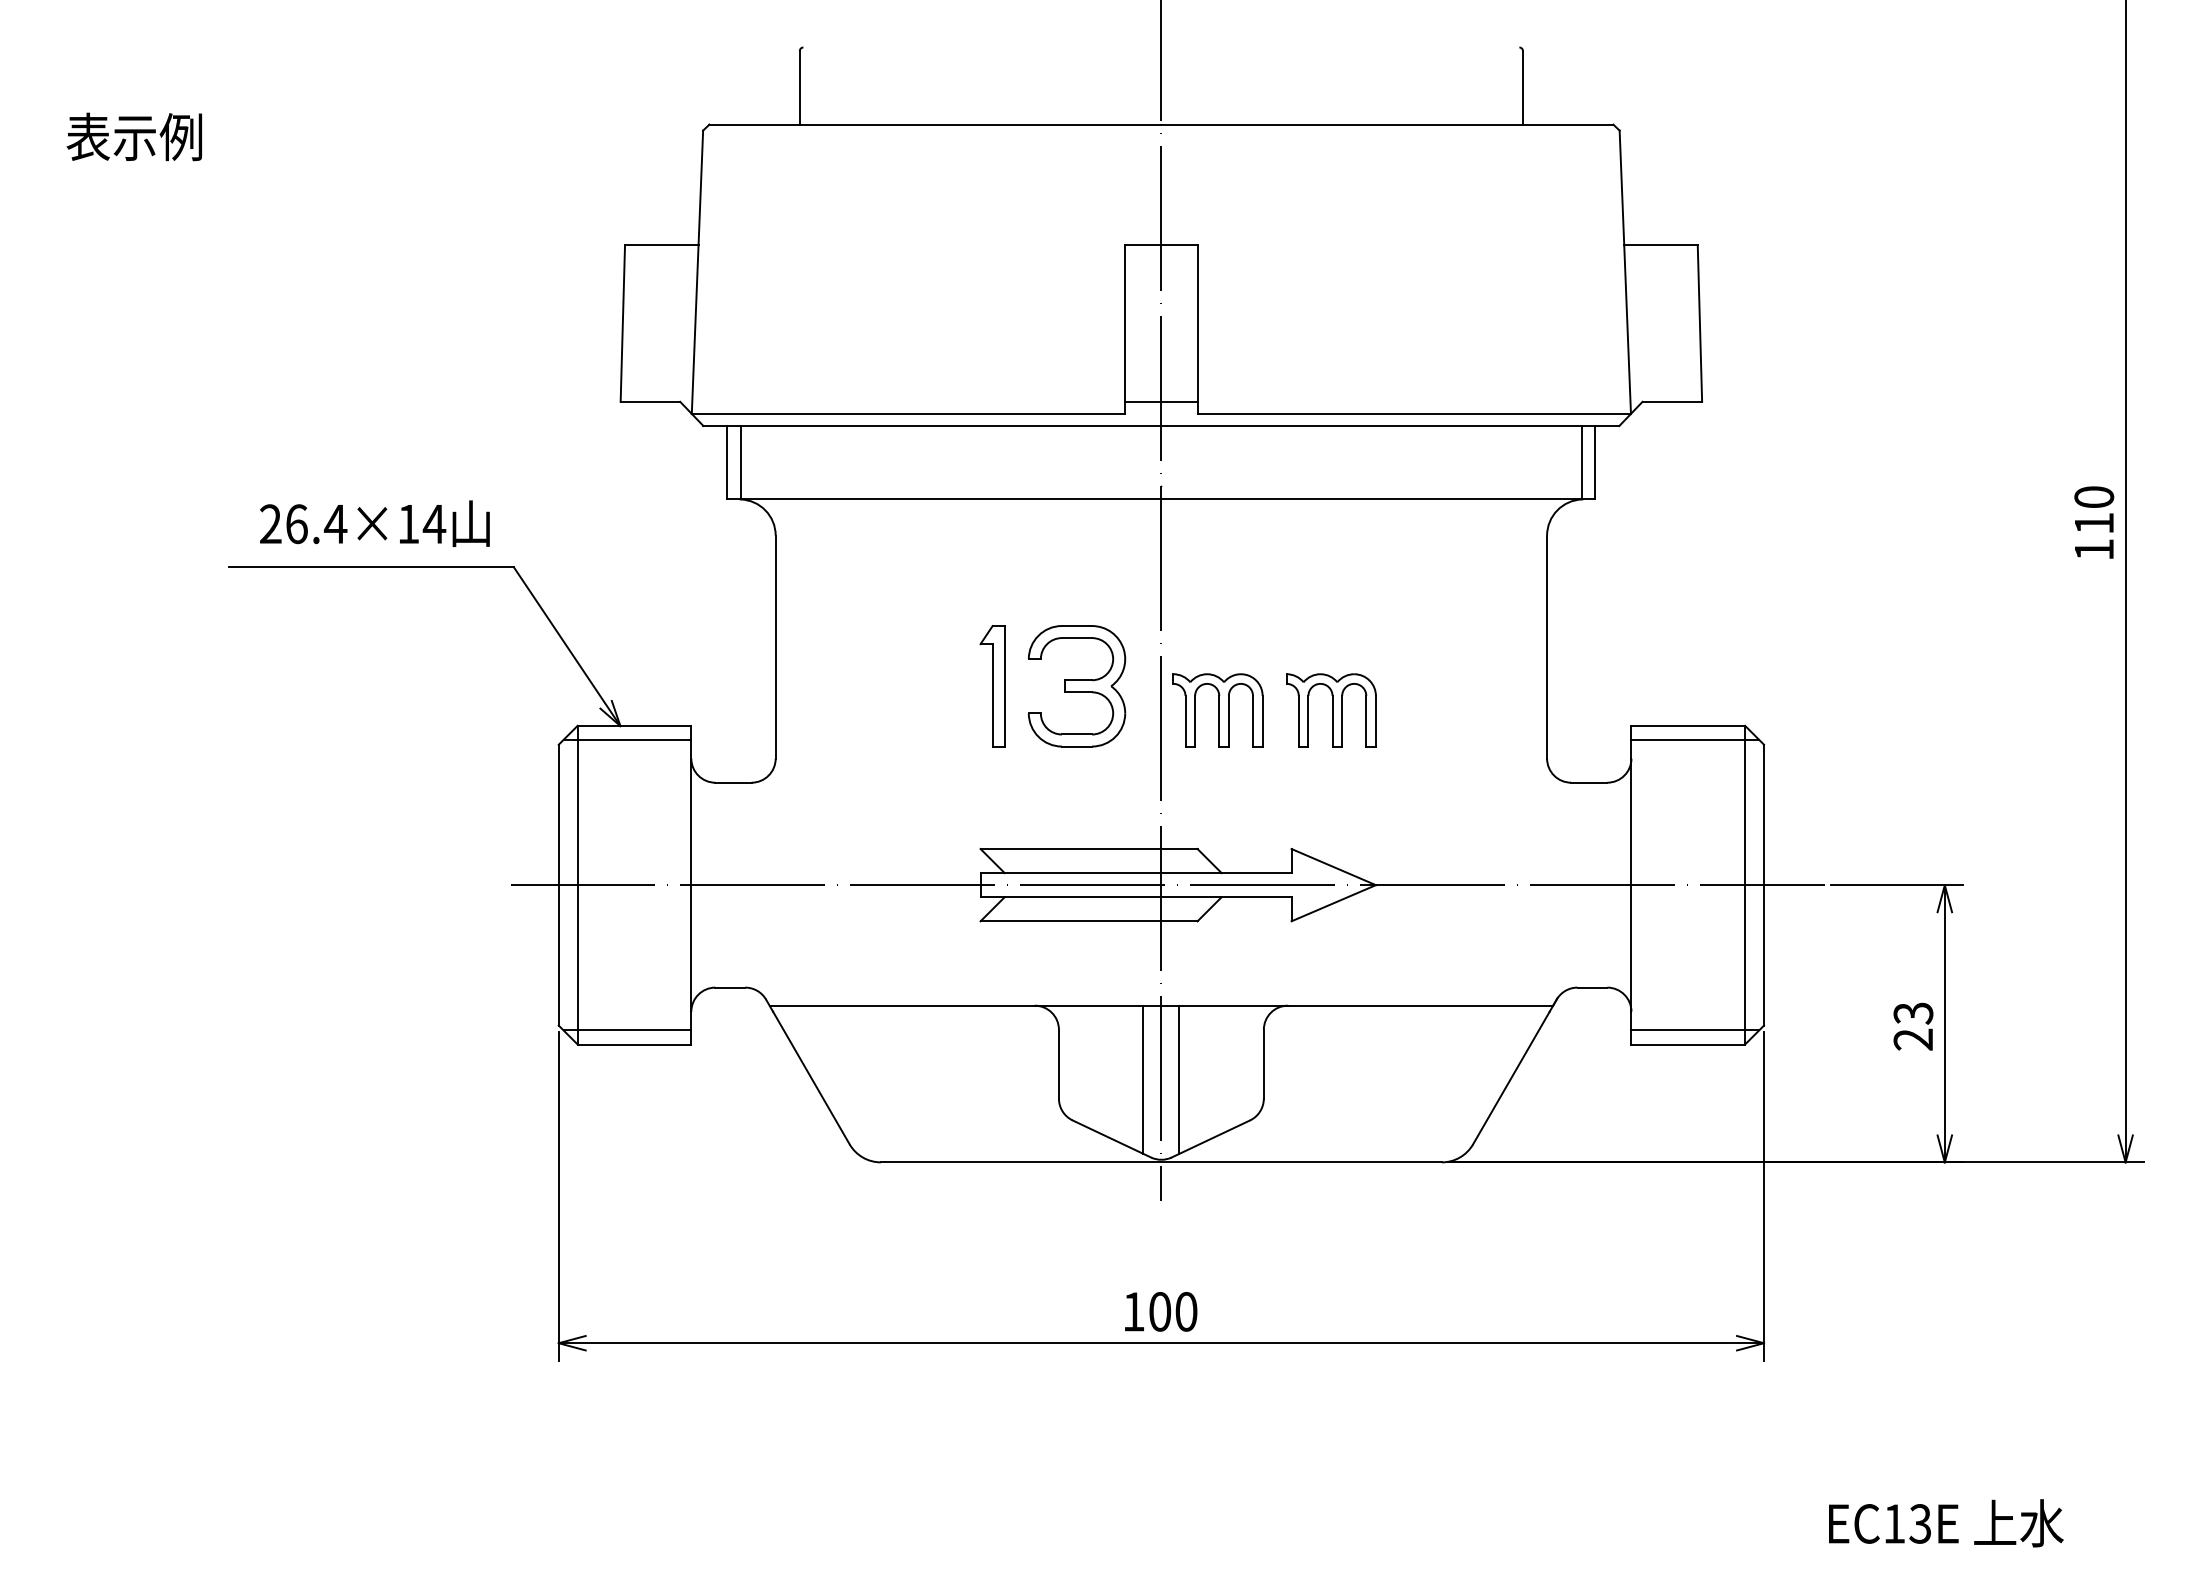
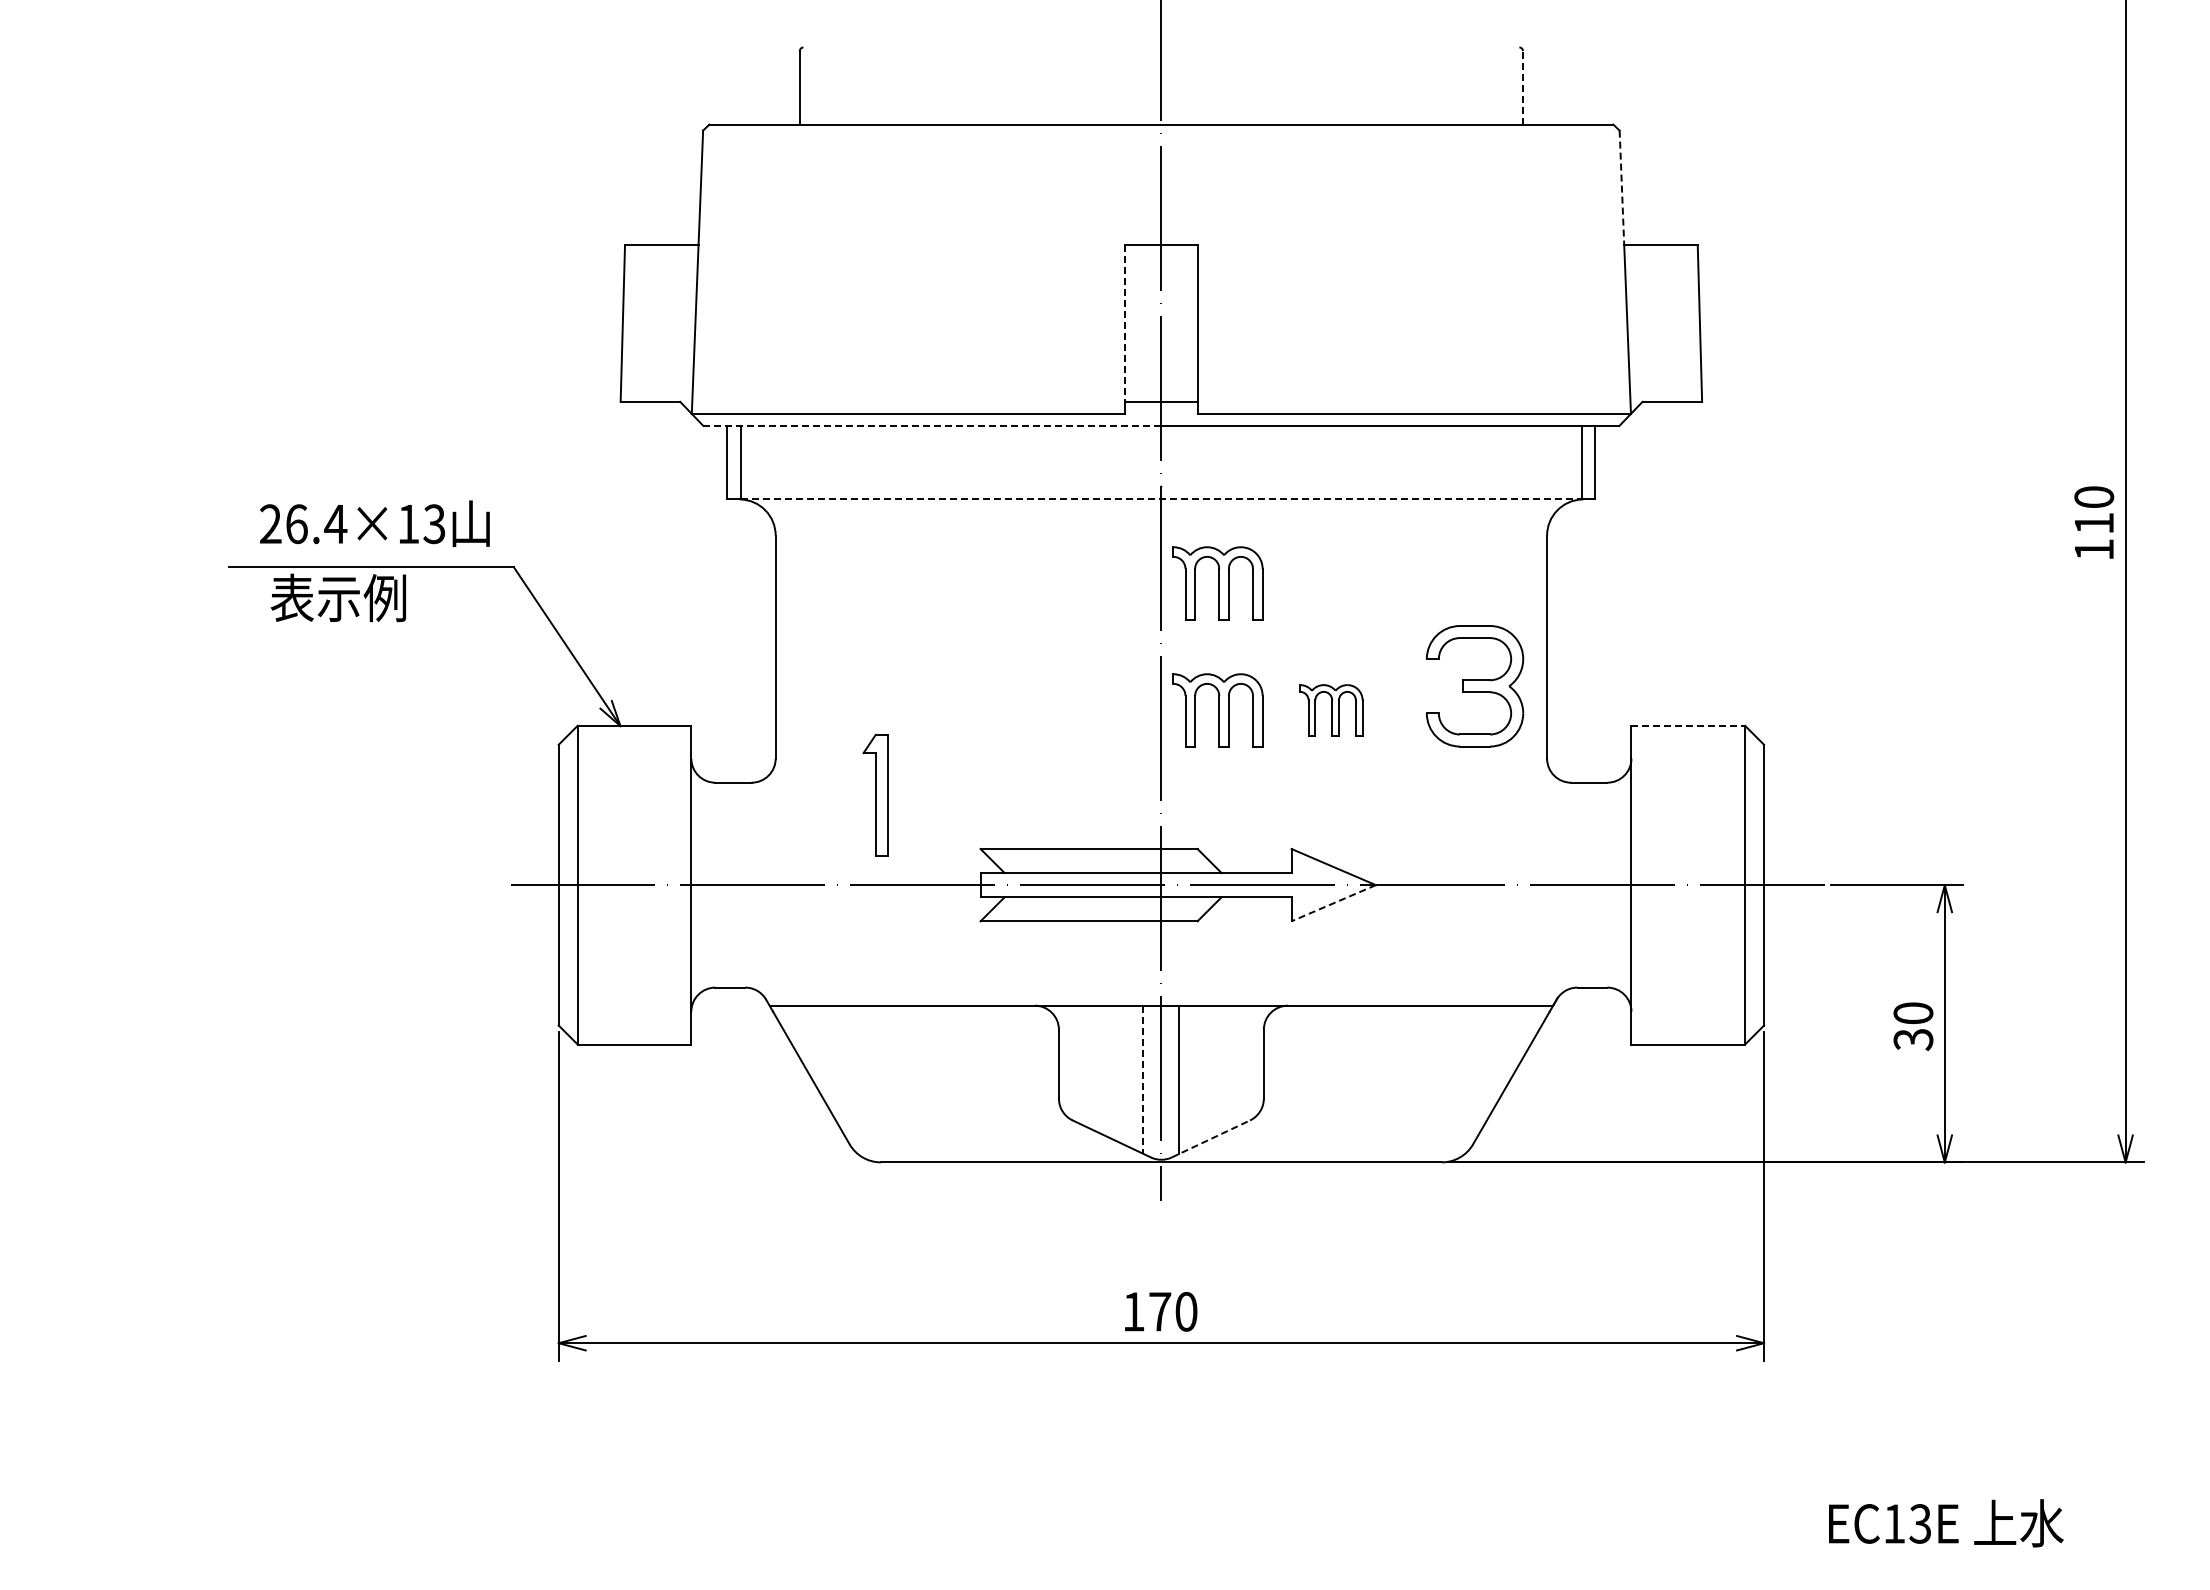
line at (1522, 87): solid -> dashed
text at (133, 136) position: (133, 136) -> (337, 597)
line at (1621, 188): solid -> dashed
line at (1125, 323): solid -> dashed
line at (932, 425): solid -> dashed
line at (1161, 499): solid -> dashed
text at (434, 524): 26.4×14 -> 26.4×13
part at (1217, 583): none -> present
part at (992, 686) position: (992, 686) -> (875, 795)
part at (1077, 686) position: (1077, 686) -> (1475, 686)
part at (1331, 710) size: 91x75 px -> 65x53 px
line at (1688, 725): solid -> dashed
line at (627, 739): present -> none
line at (1695, 739): present -> none
line at (1333, 903): solid -> dashed
text at (1913, 1026): 23 -> 30
line at (627, 1030): present -> none
line at (1695, 1030): present -> none
line at (1143, 1080): solid -> dashed
line at (1211, 1138): solid -> dashed
text at (1160, 1311): 100 -> 170
